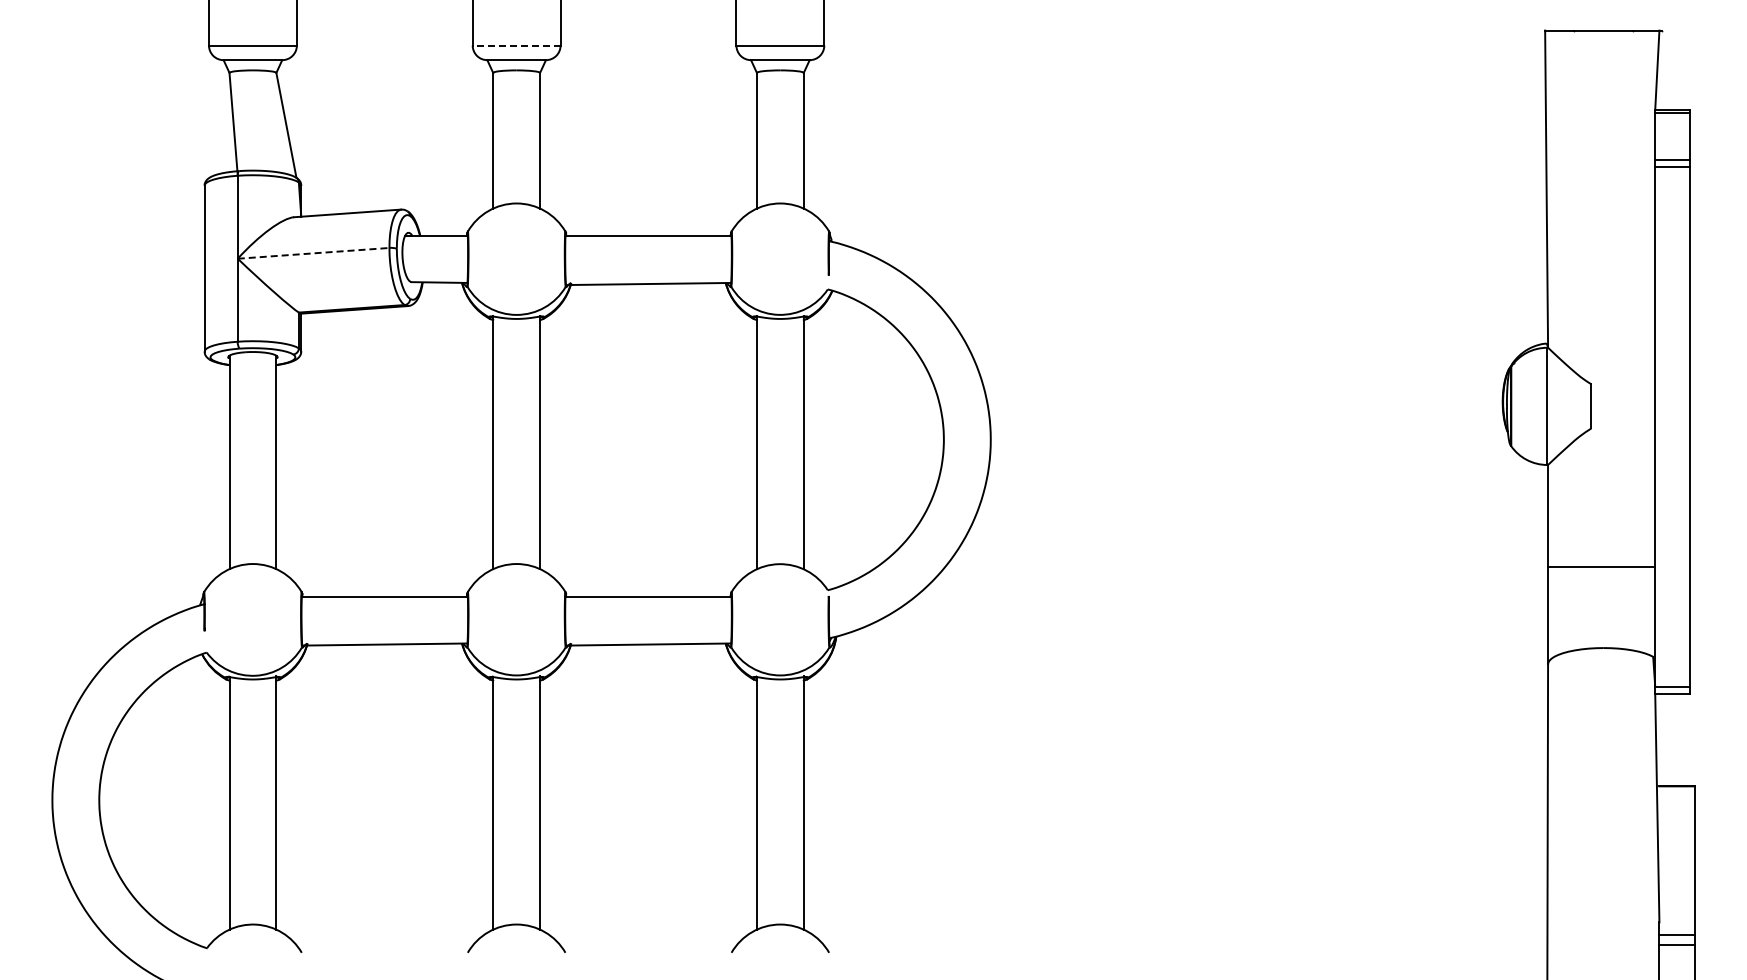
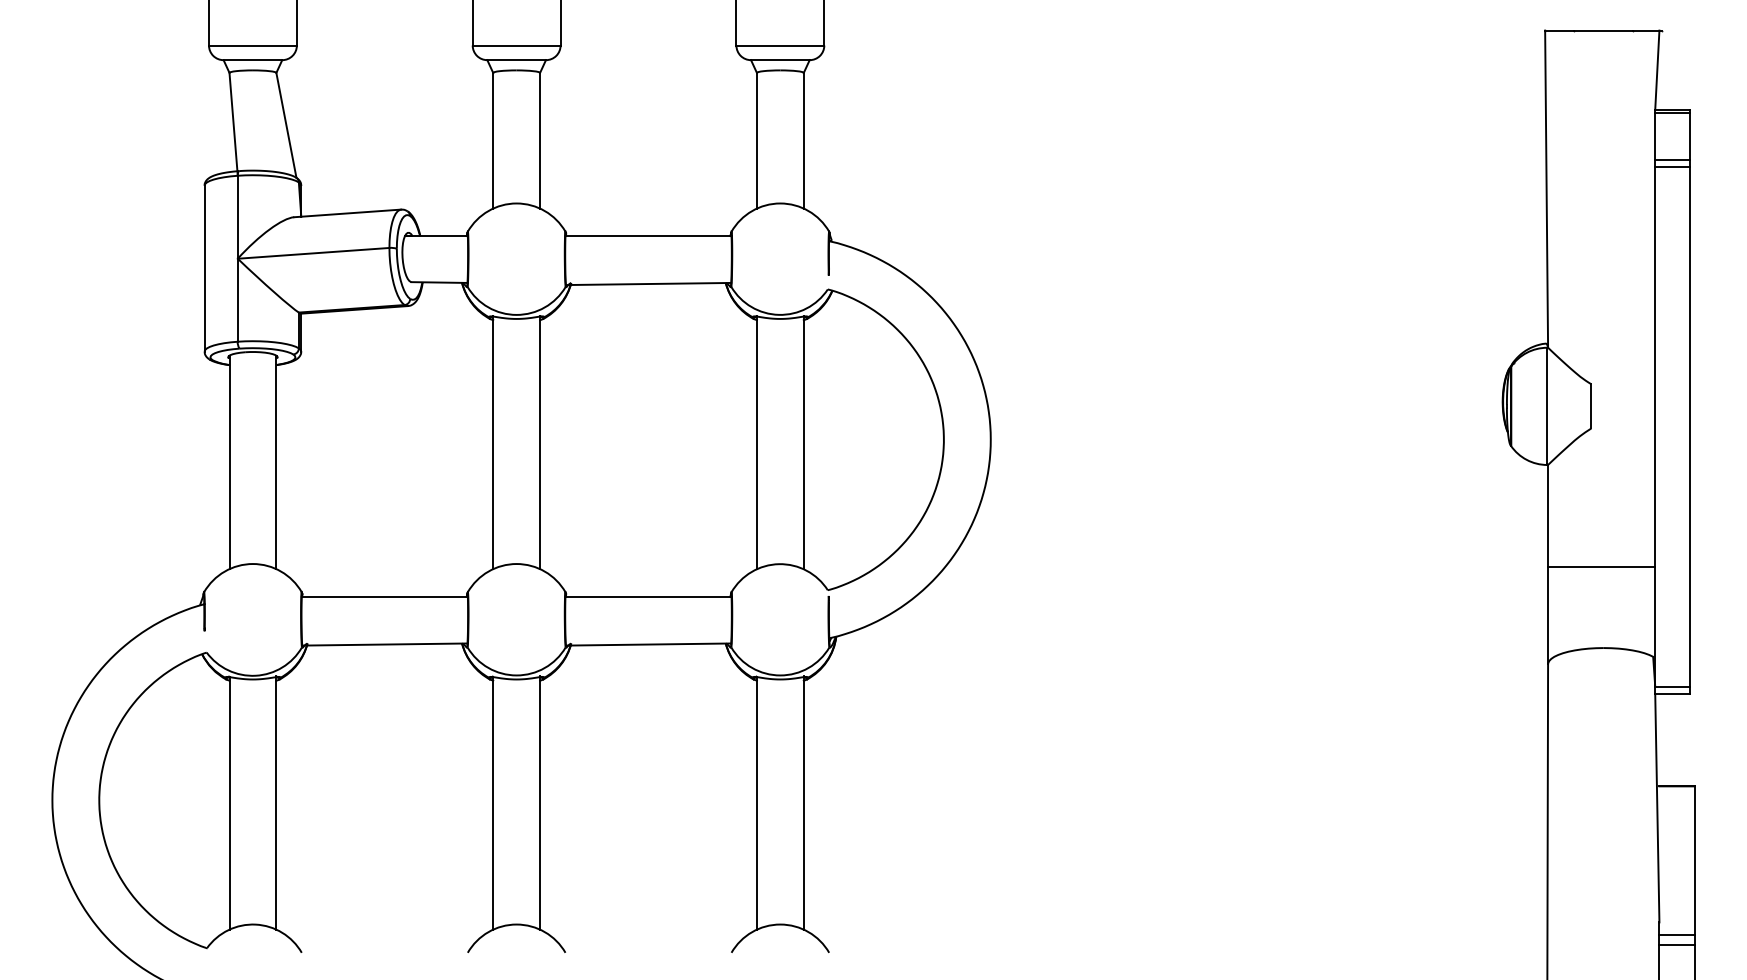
line at (516, 45): dashed -> solid
line at (314, 253): dashed -> solid
